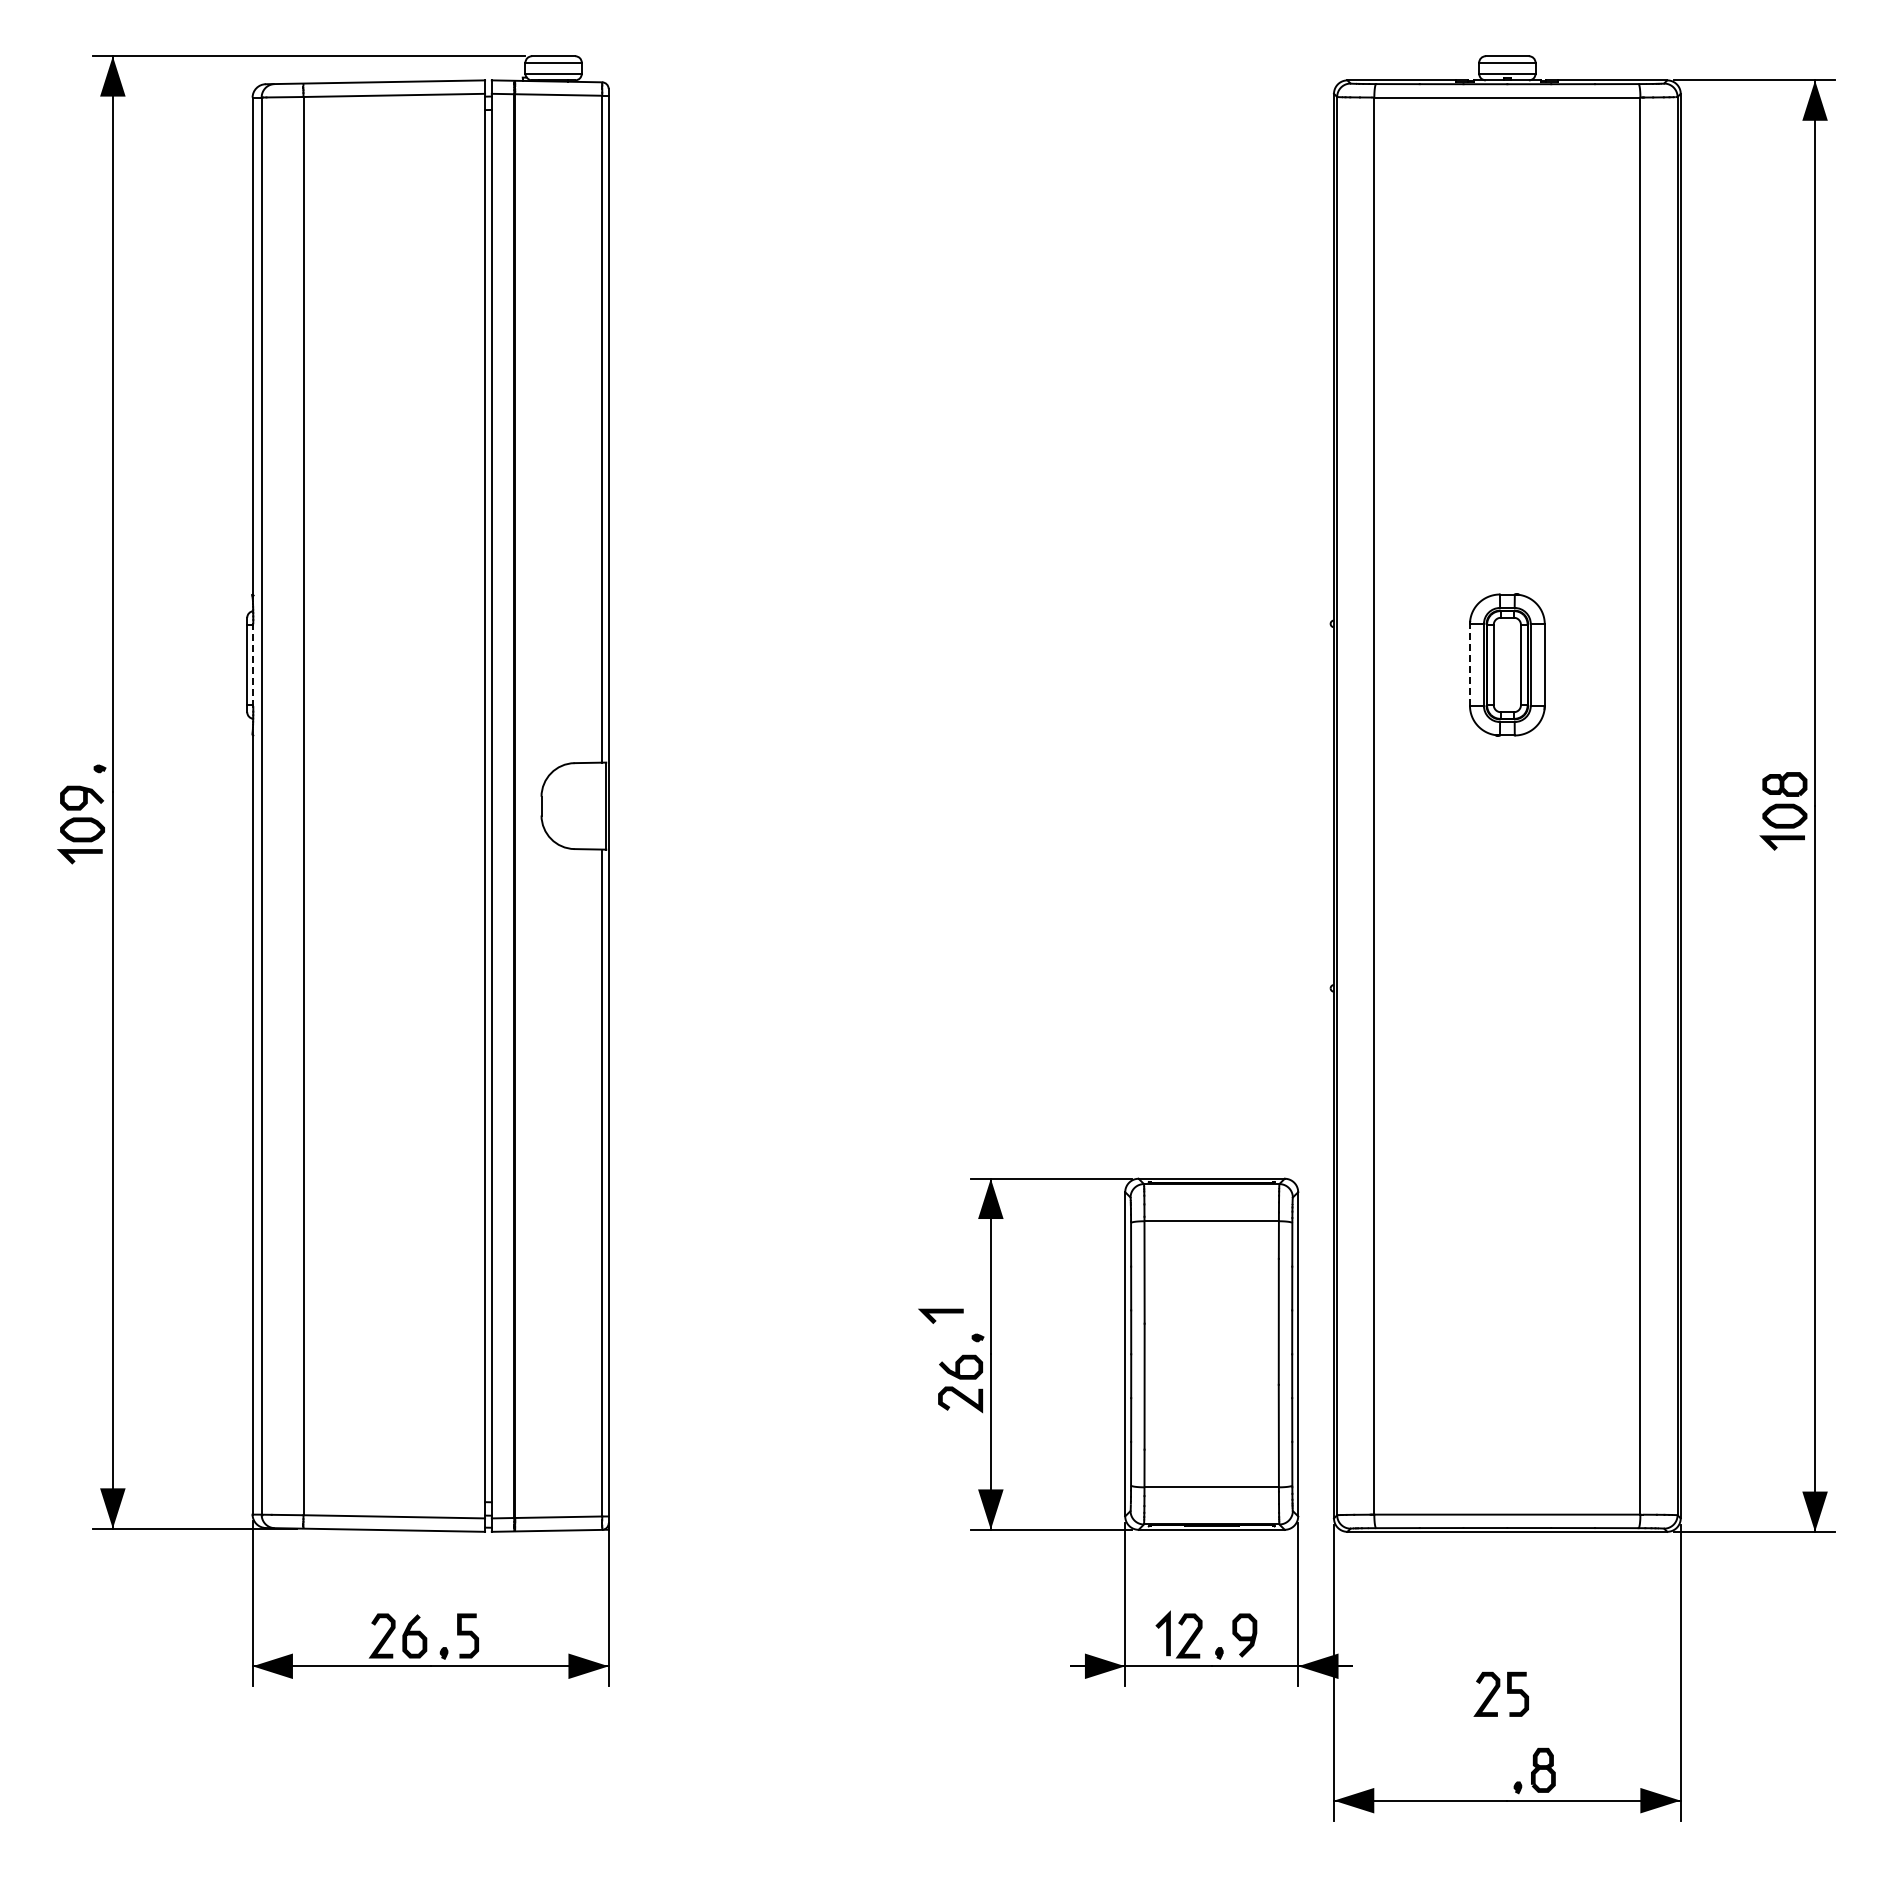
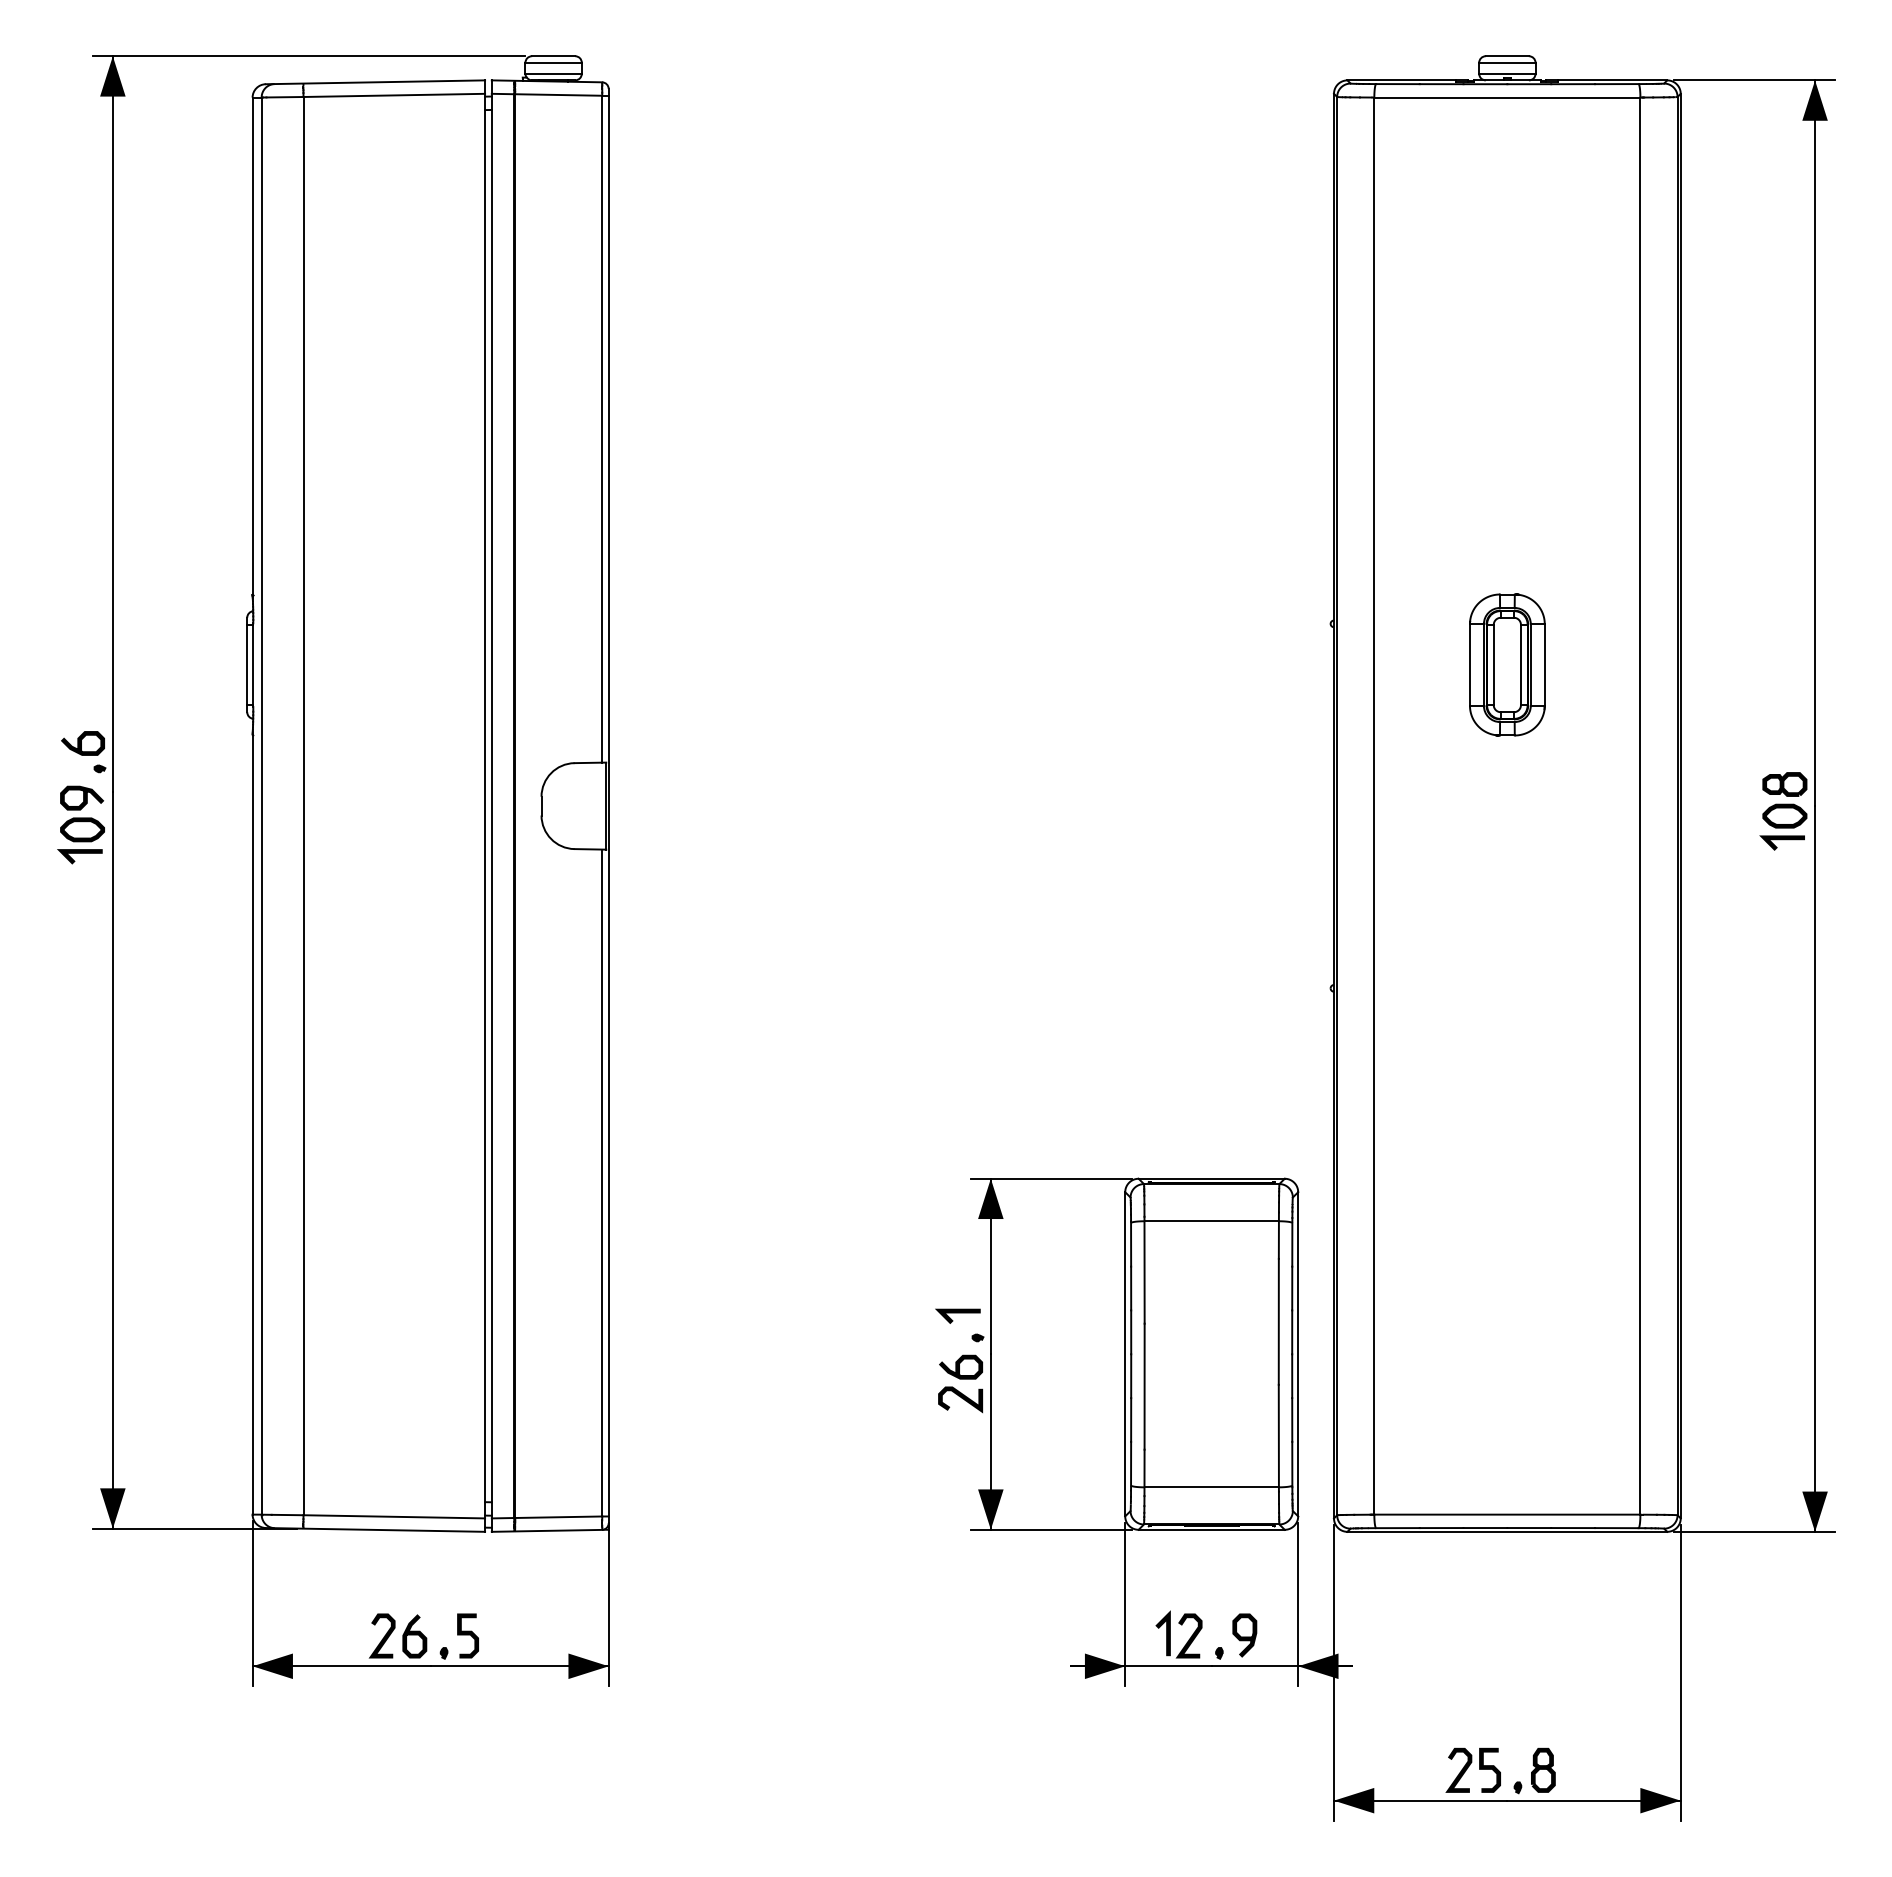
line at (253, 665): dashed -> solid
line at (1469, 665): dashed -> solid
curve at (81, 743): none -> present
line at (940, 1313) position: (940, 1313) -> (957, 1313)
part at (1500, 1693) position: (1500, 1693) -> (1472, 1769)
